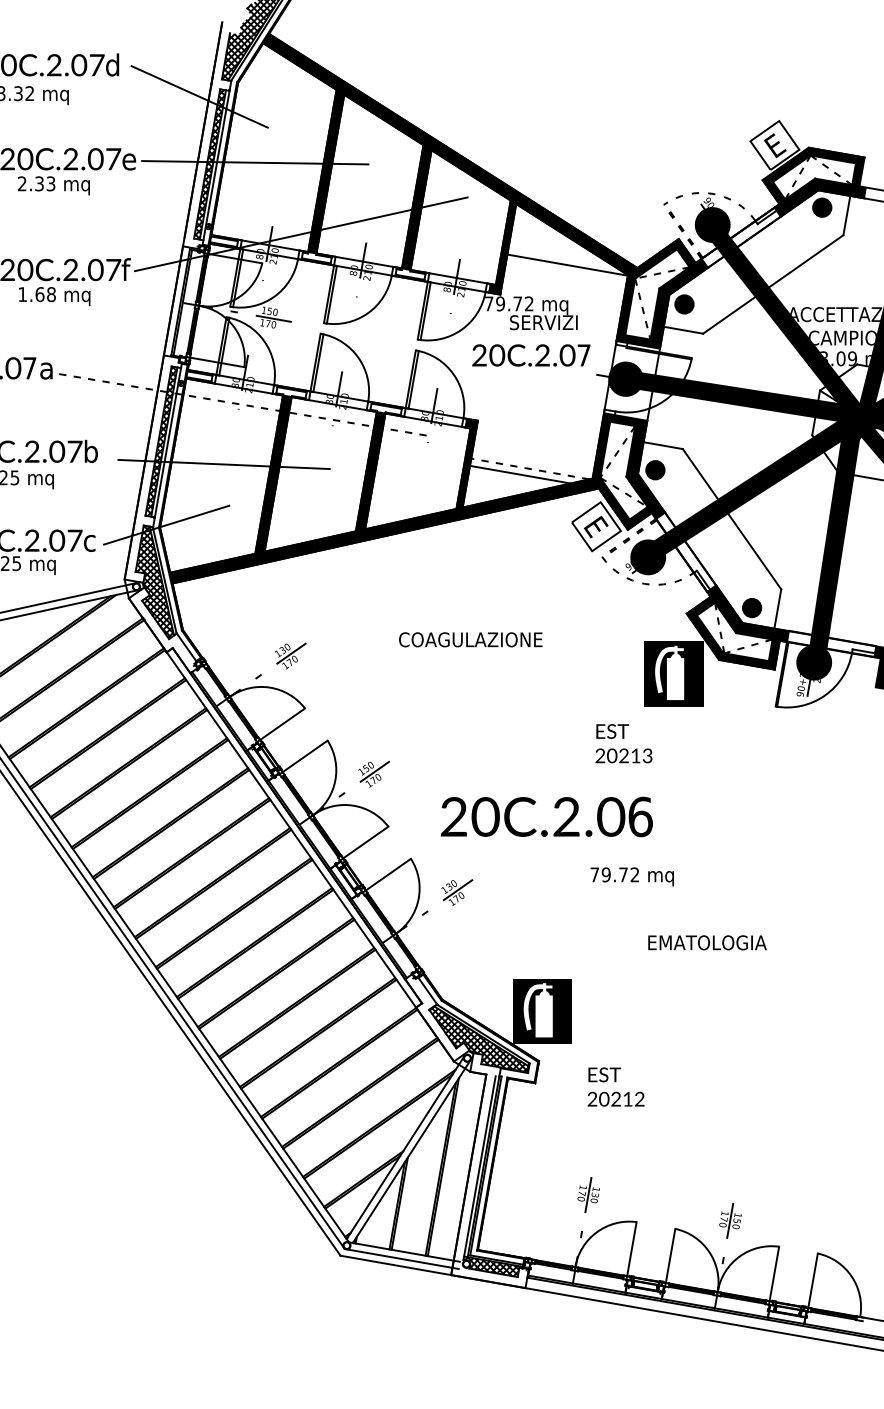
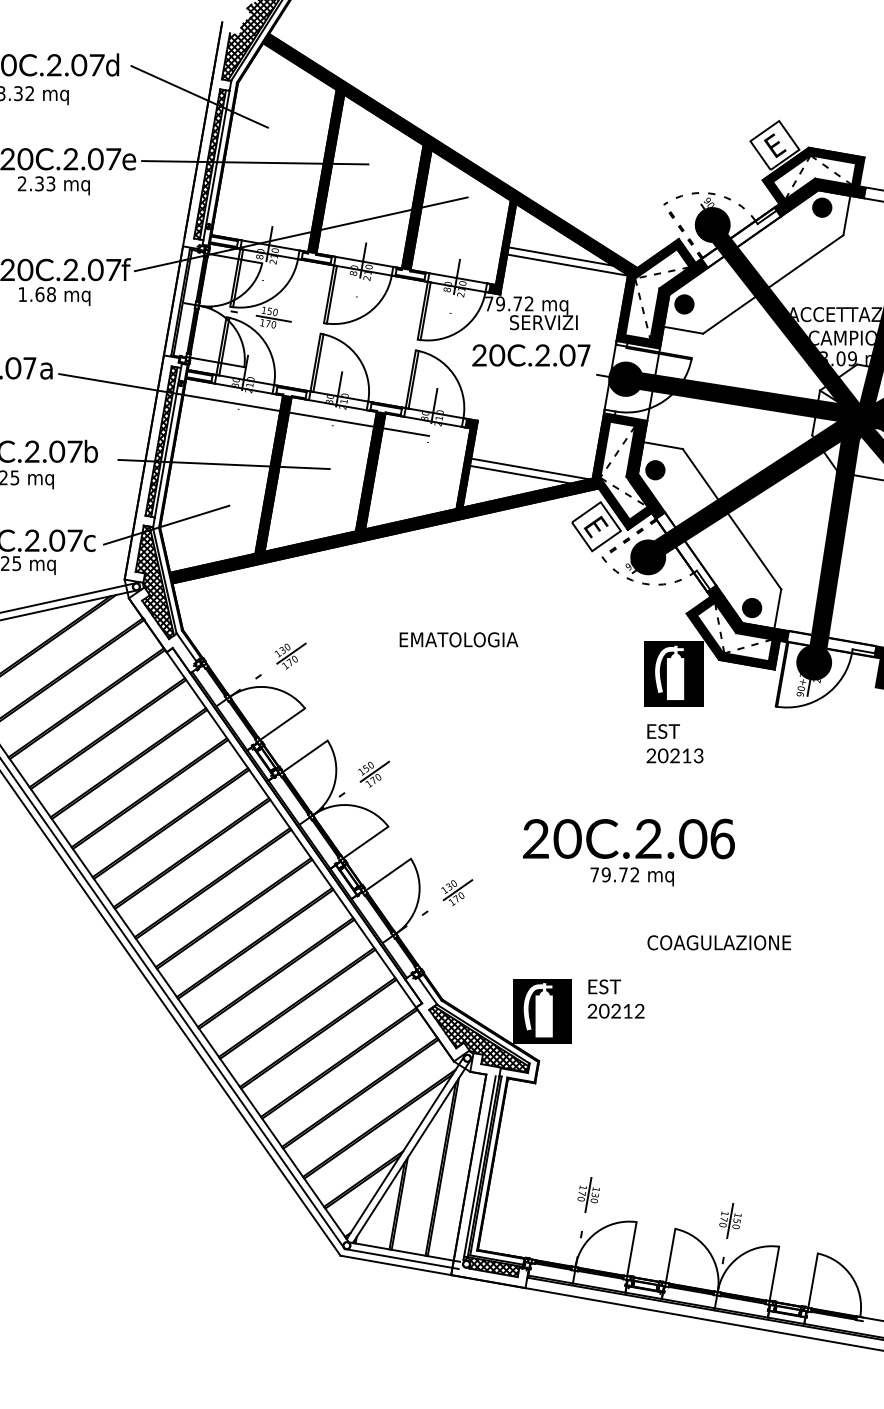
line at (560, 256): none -> present
line at (244, 405): dashed -> solid
line at (530, 469): dashed -> solid
text at (470, 639): COAGULAZIONE -> EMATOLOGIA
text at (623, 743) position: (623, 743) -> (674, 743)
text at (546, 816) position: (546, 816) -> (628, 838)
text at (718, 942): EMATOLOGIA -> COAGULAZIONE
text at (615, 1086) position: (615, 1086) -> (615, 998)
